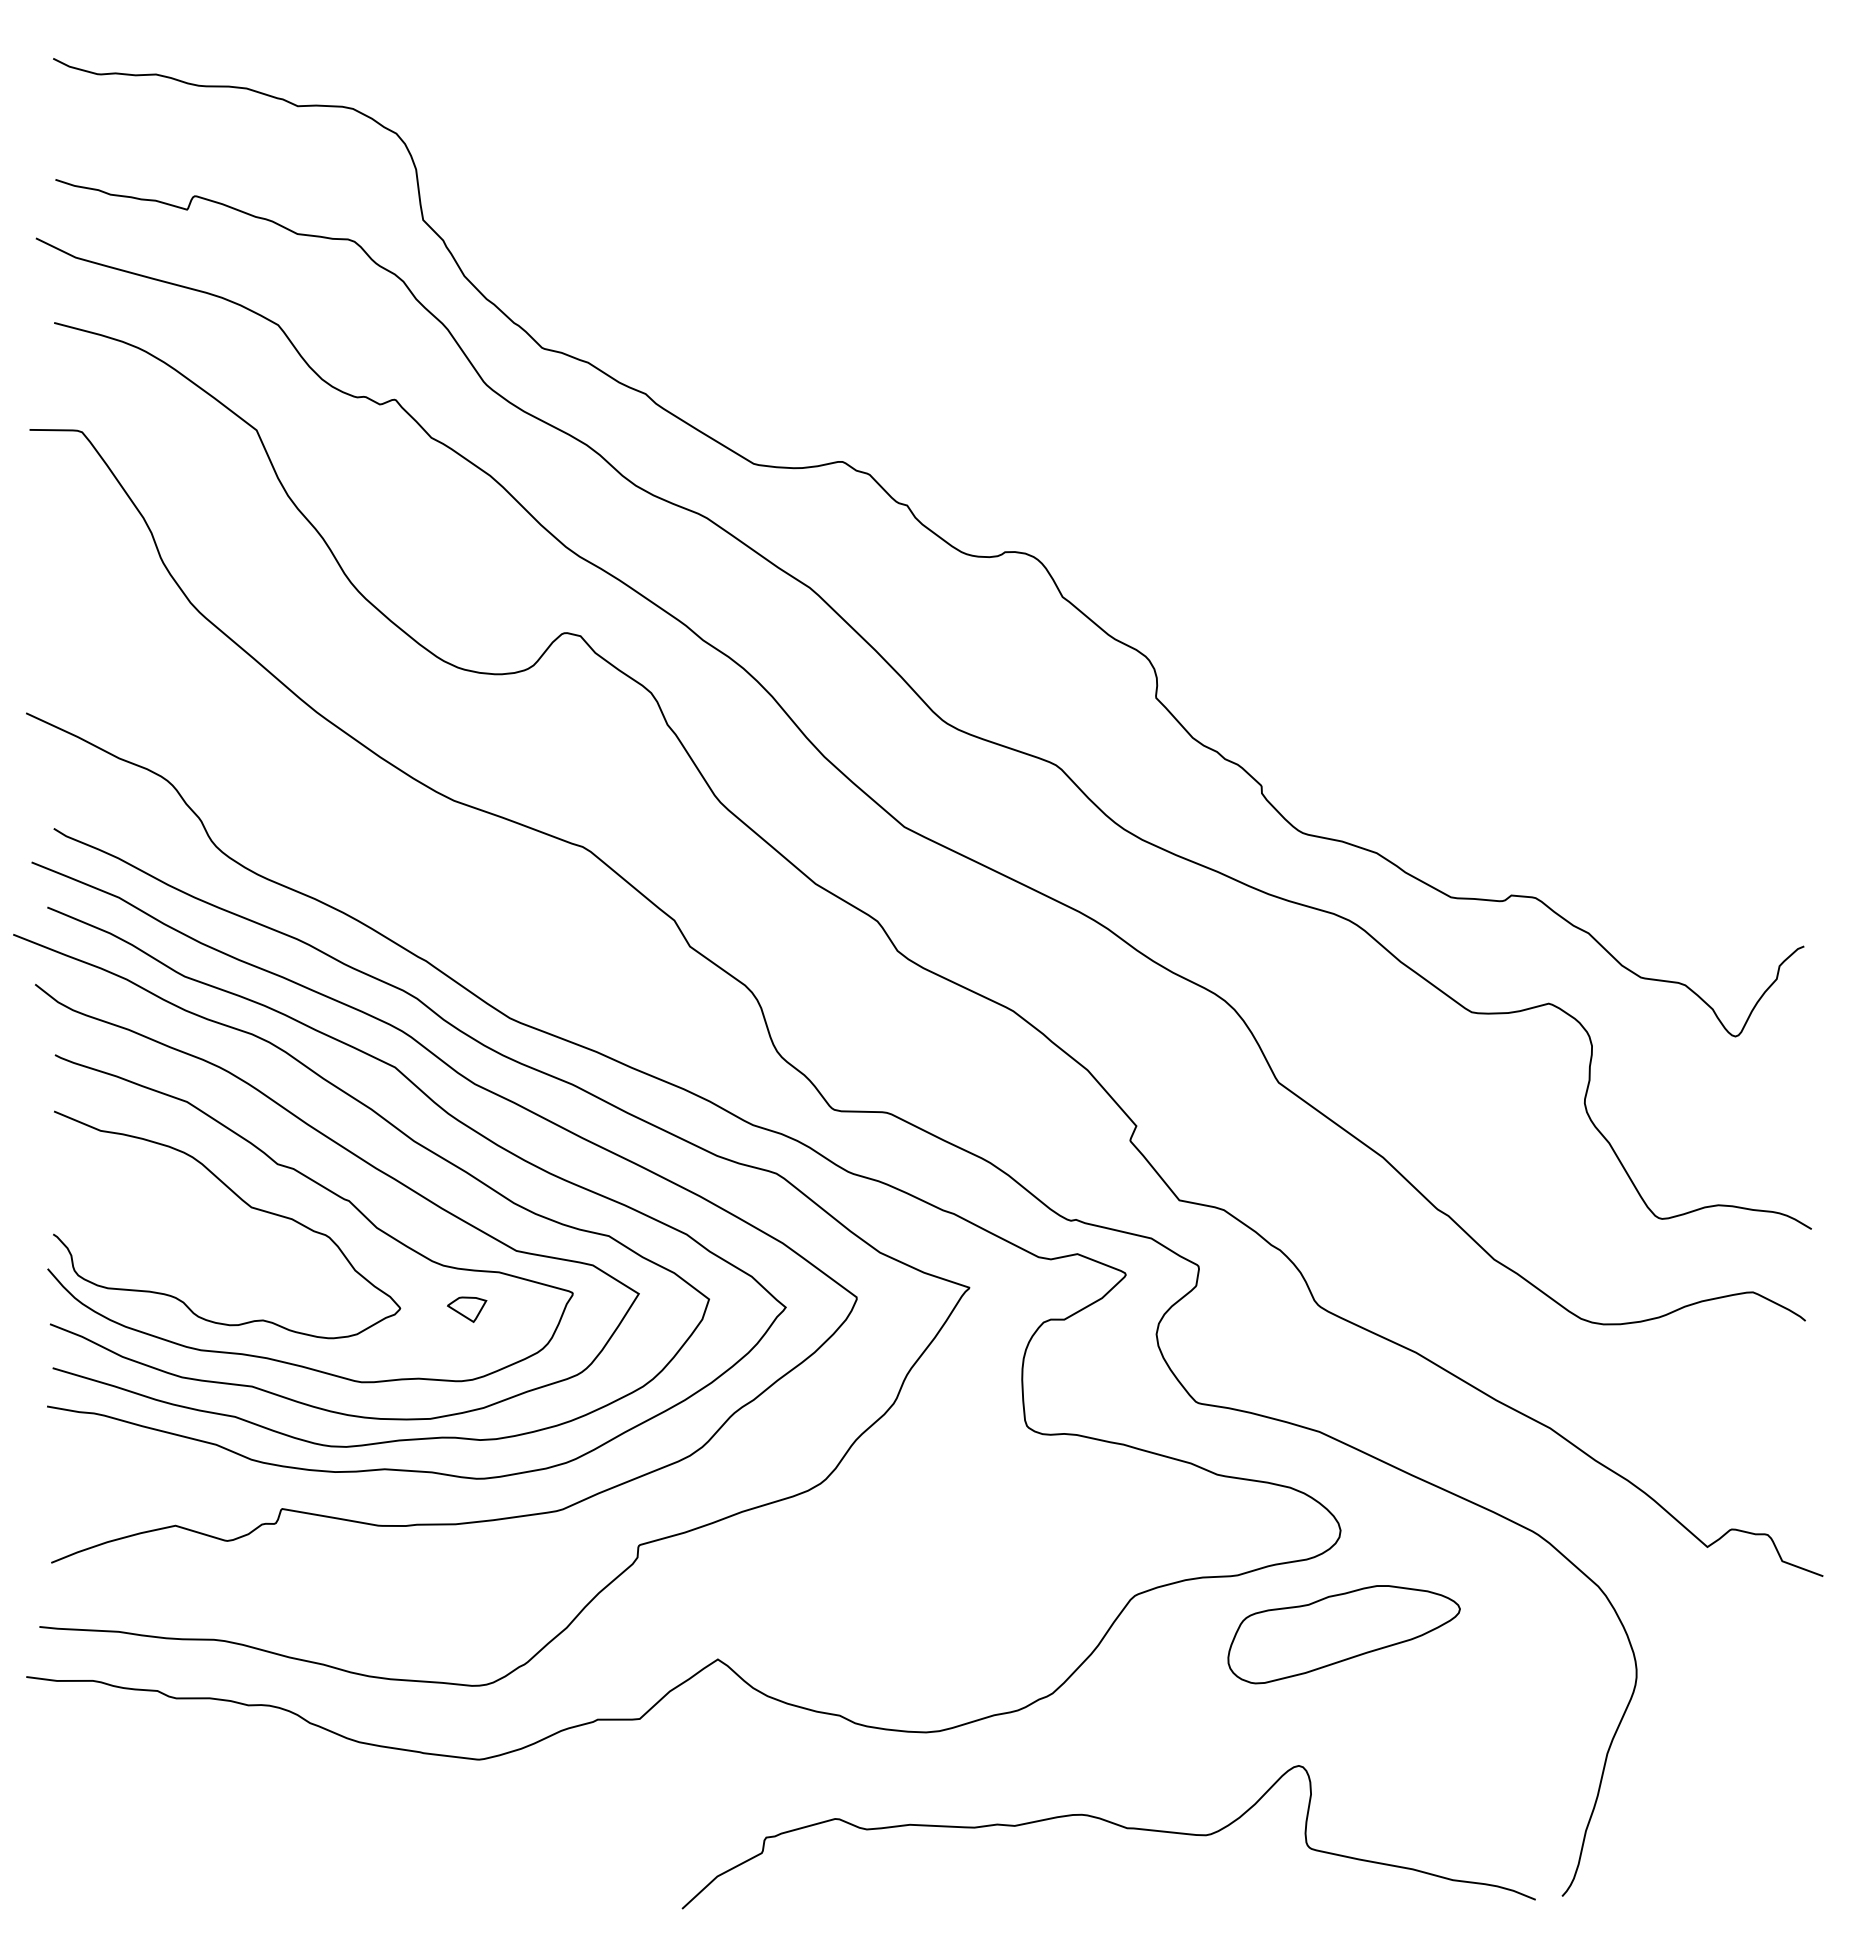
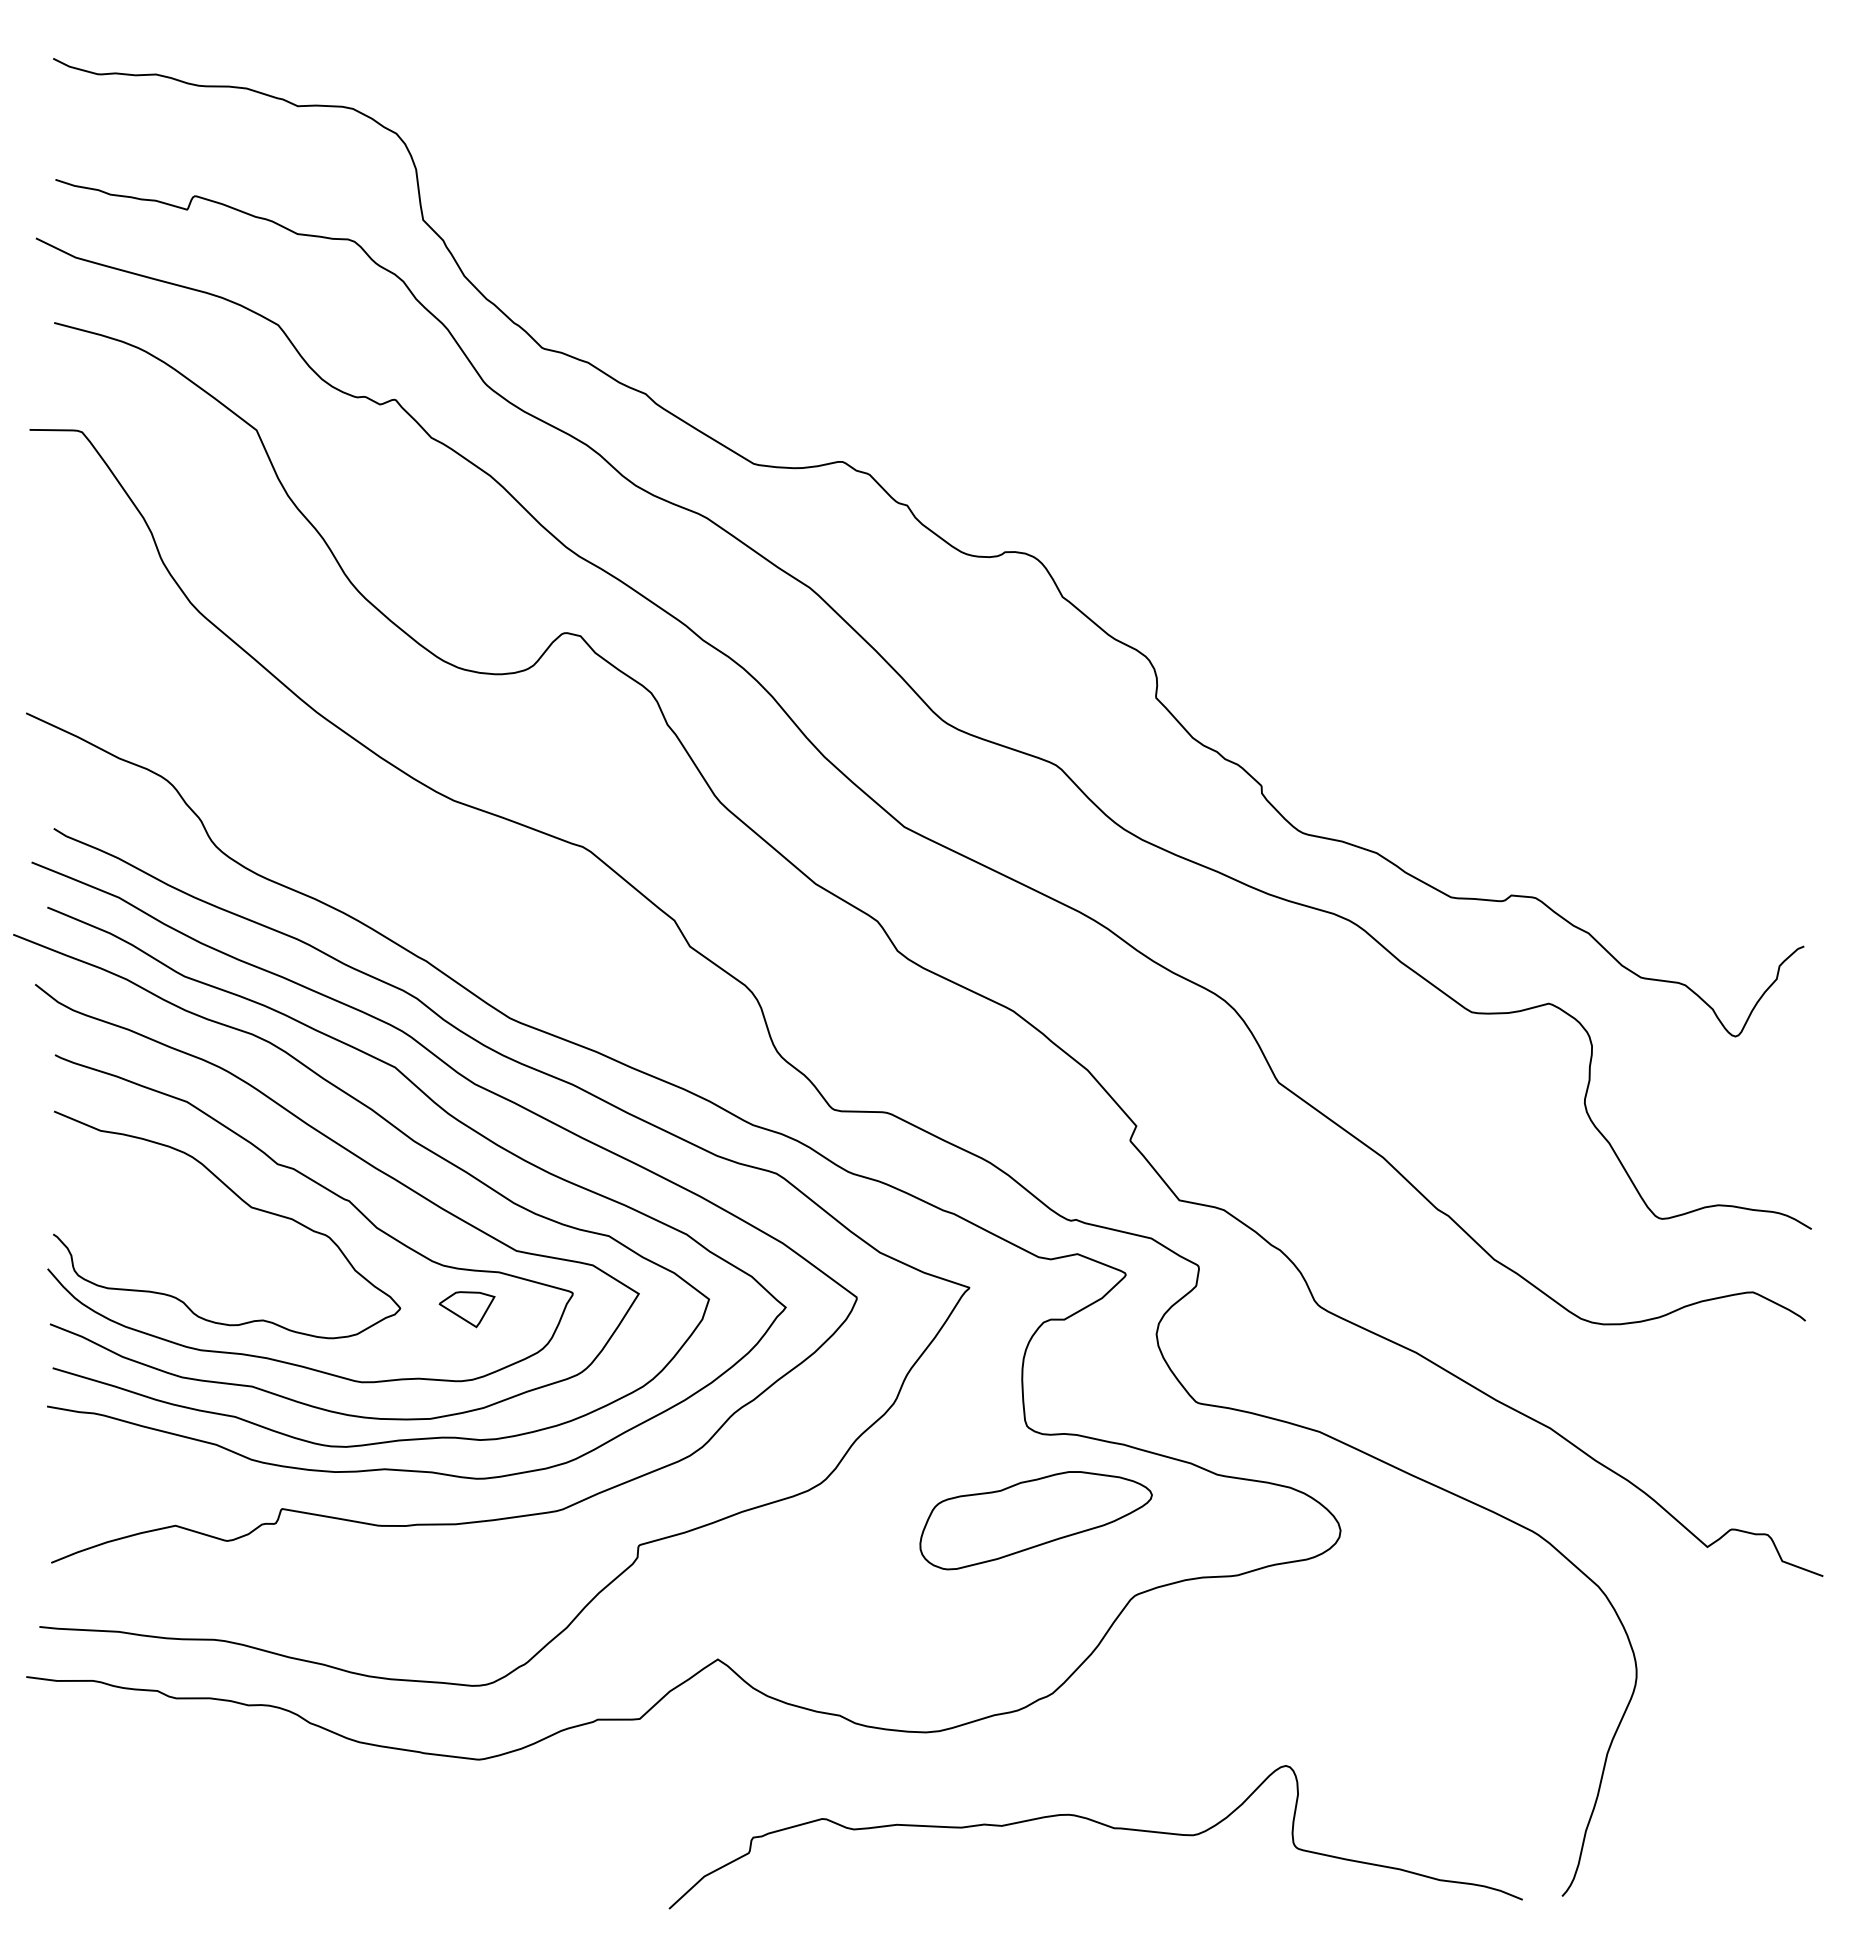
part at (467, 1309) size: 41x27 px -> 58x38 px
part at (1343, 1634) position: (1343, 1634) -> (1035, 1520)
curve at (1113, 1824) position: (1113, 1824) -> (1100, 1824)
